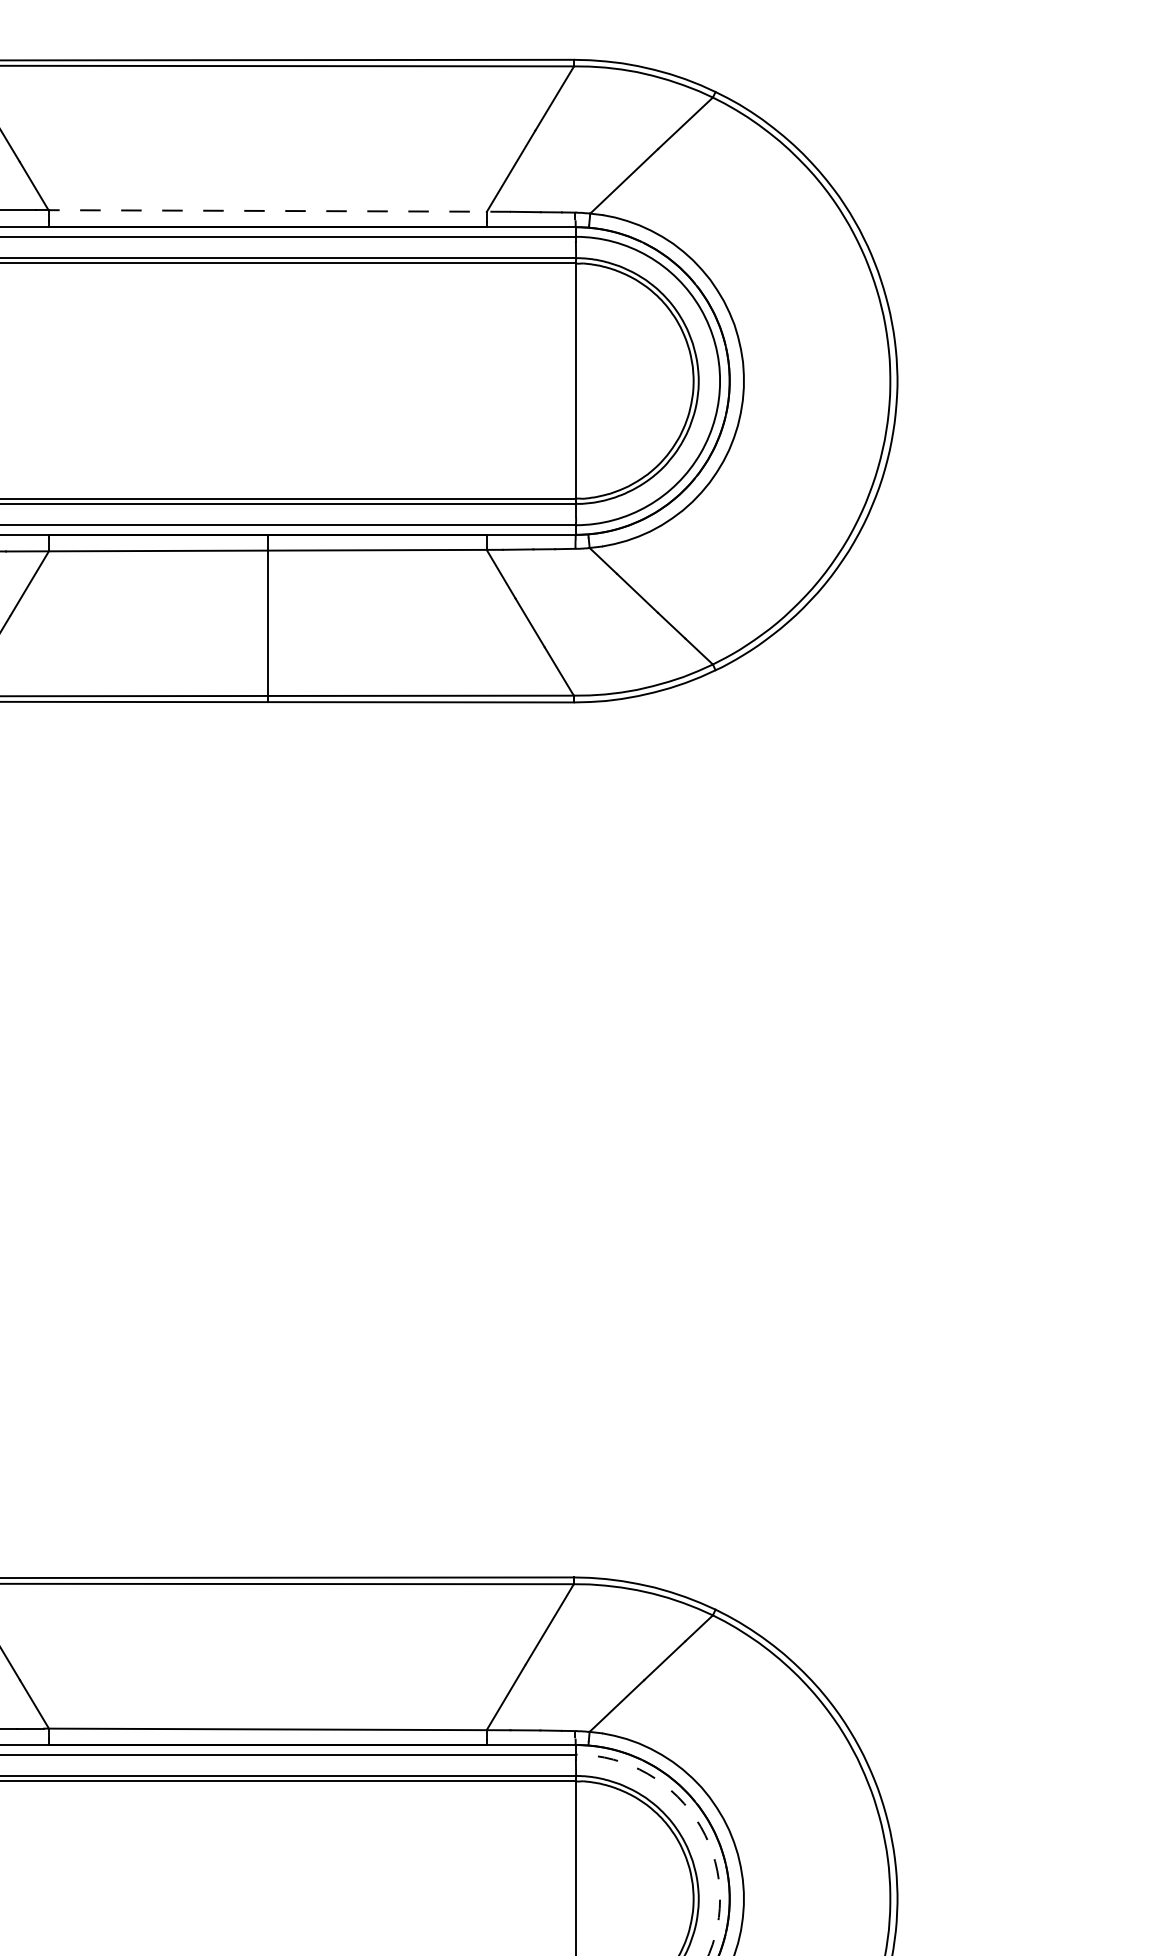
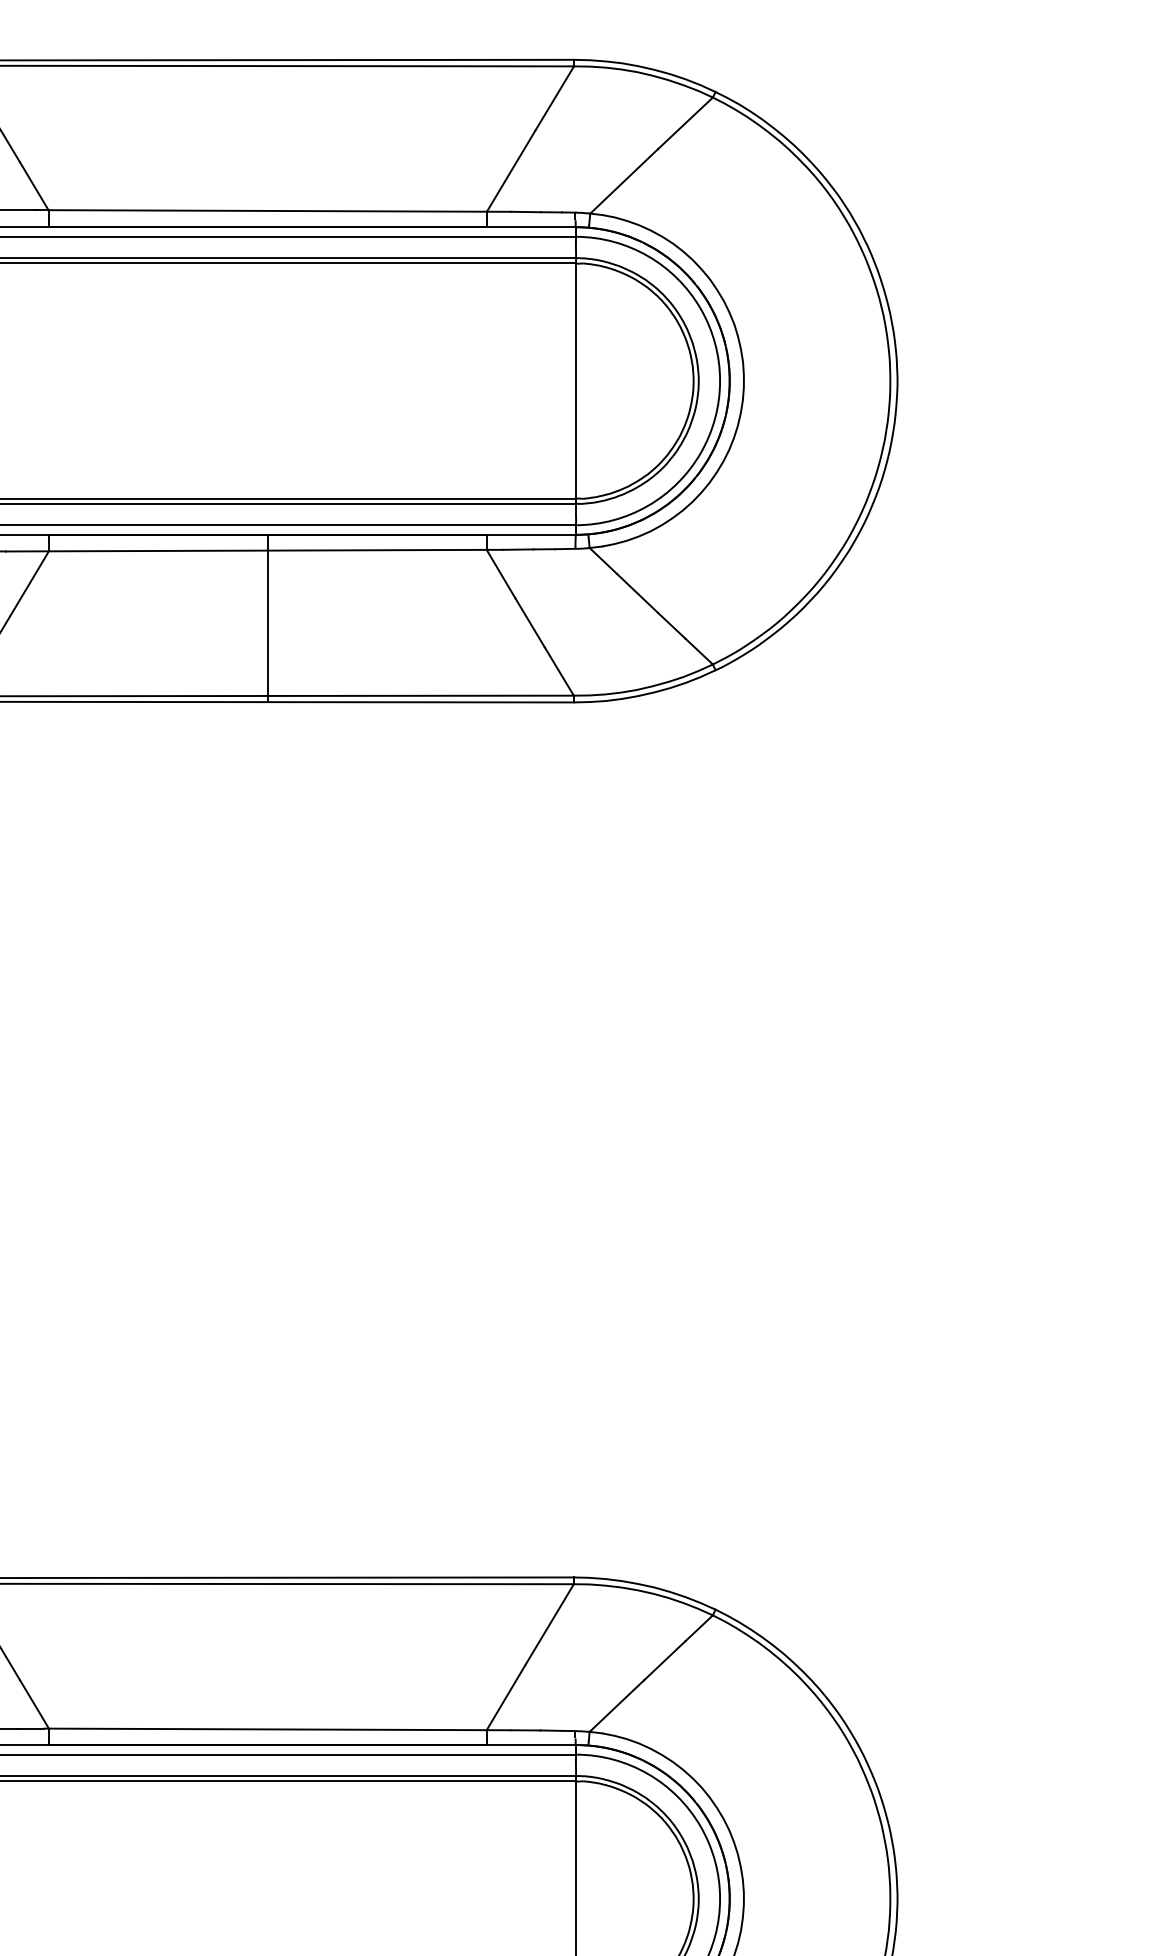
line at (279, 210): dashed -> solid
arc at (696, 1819): dashed -> solid
